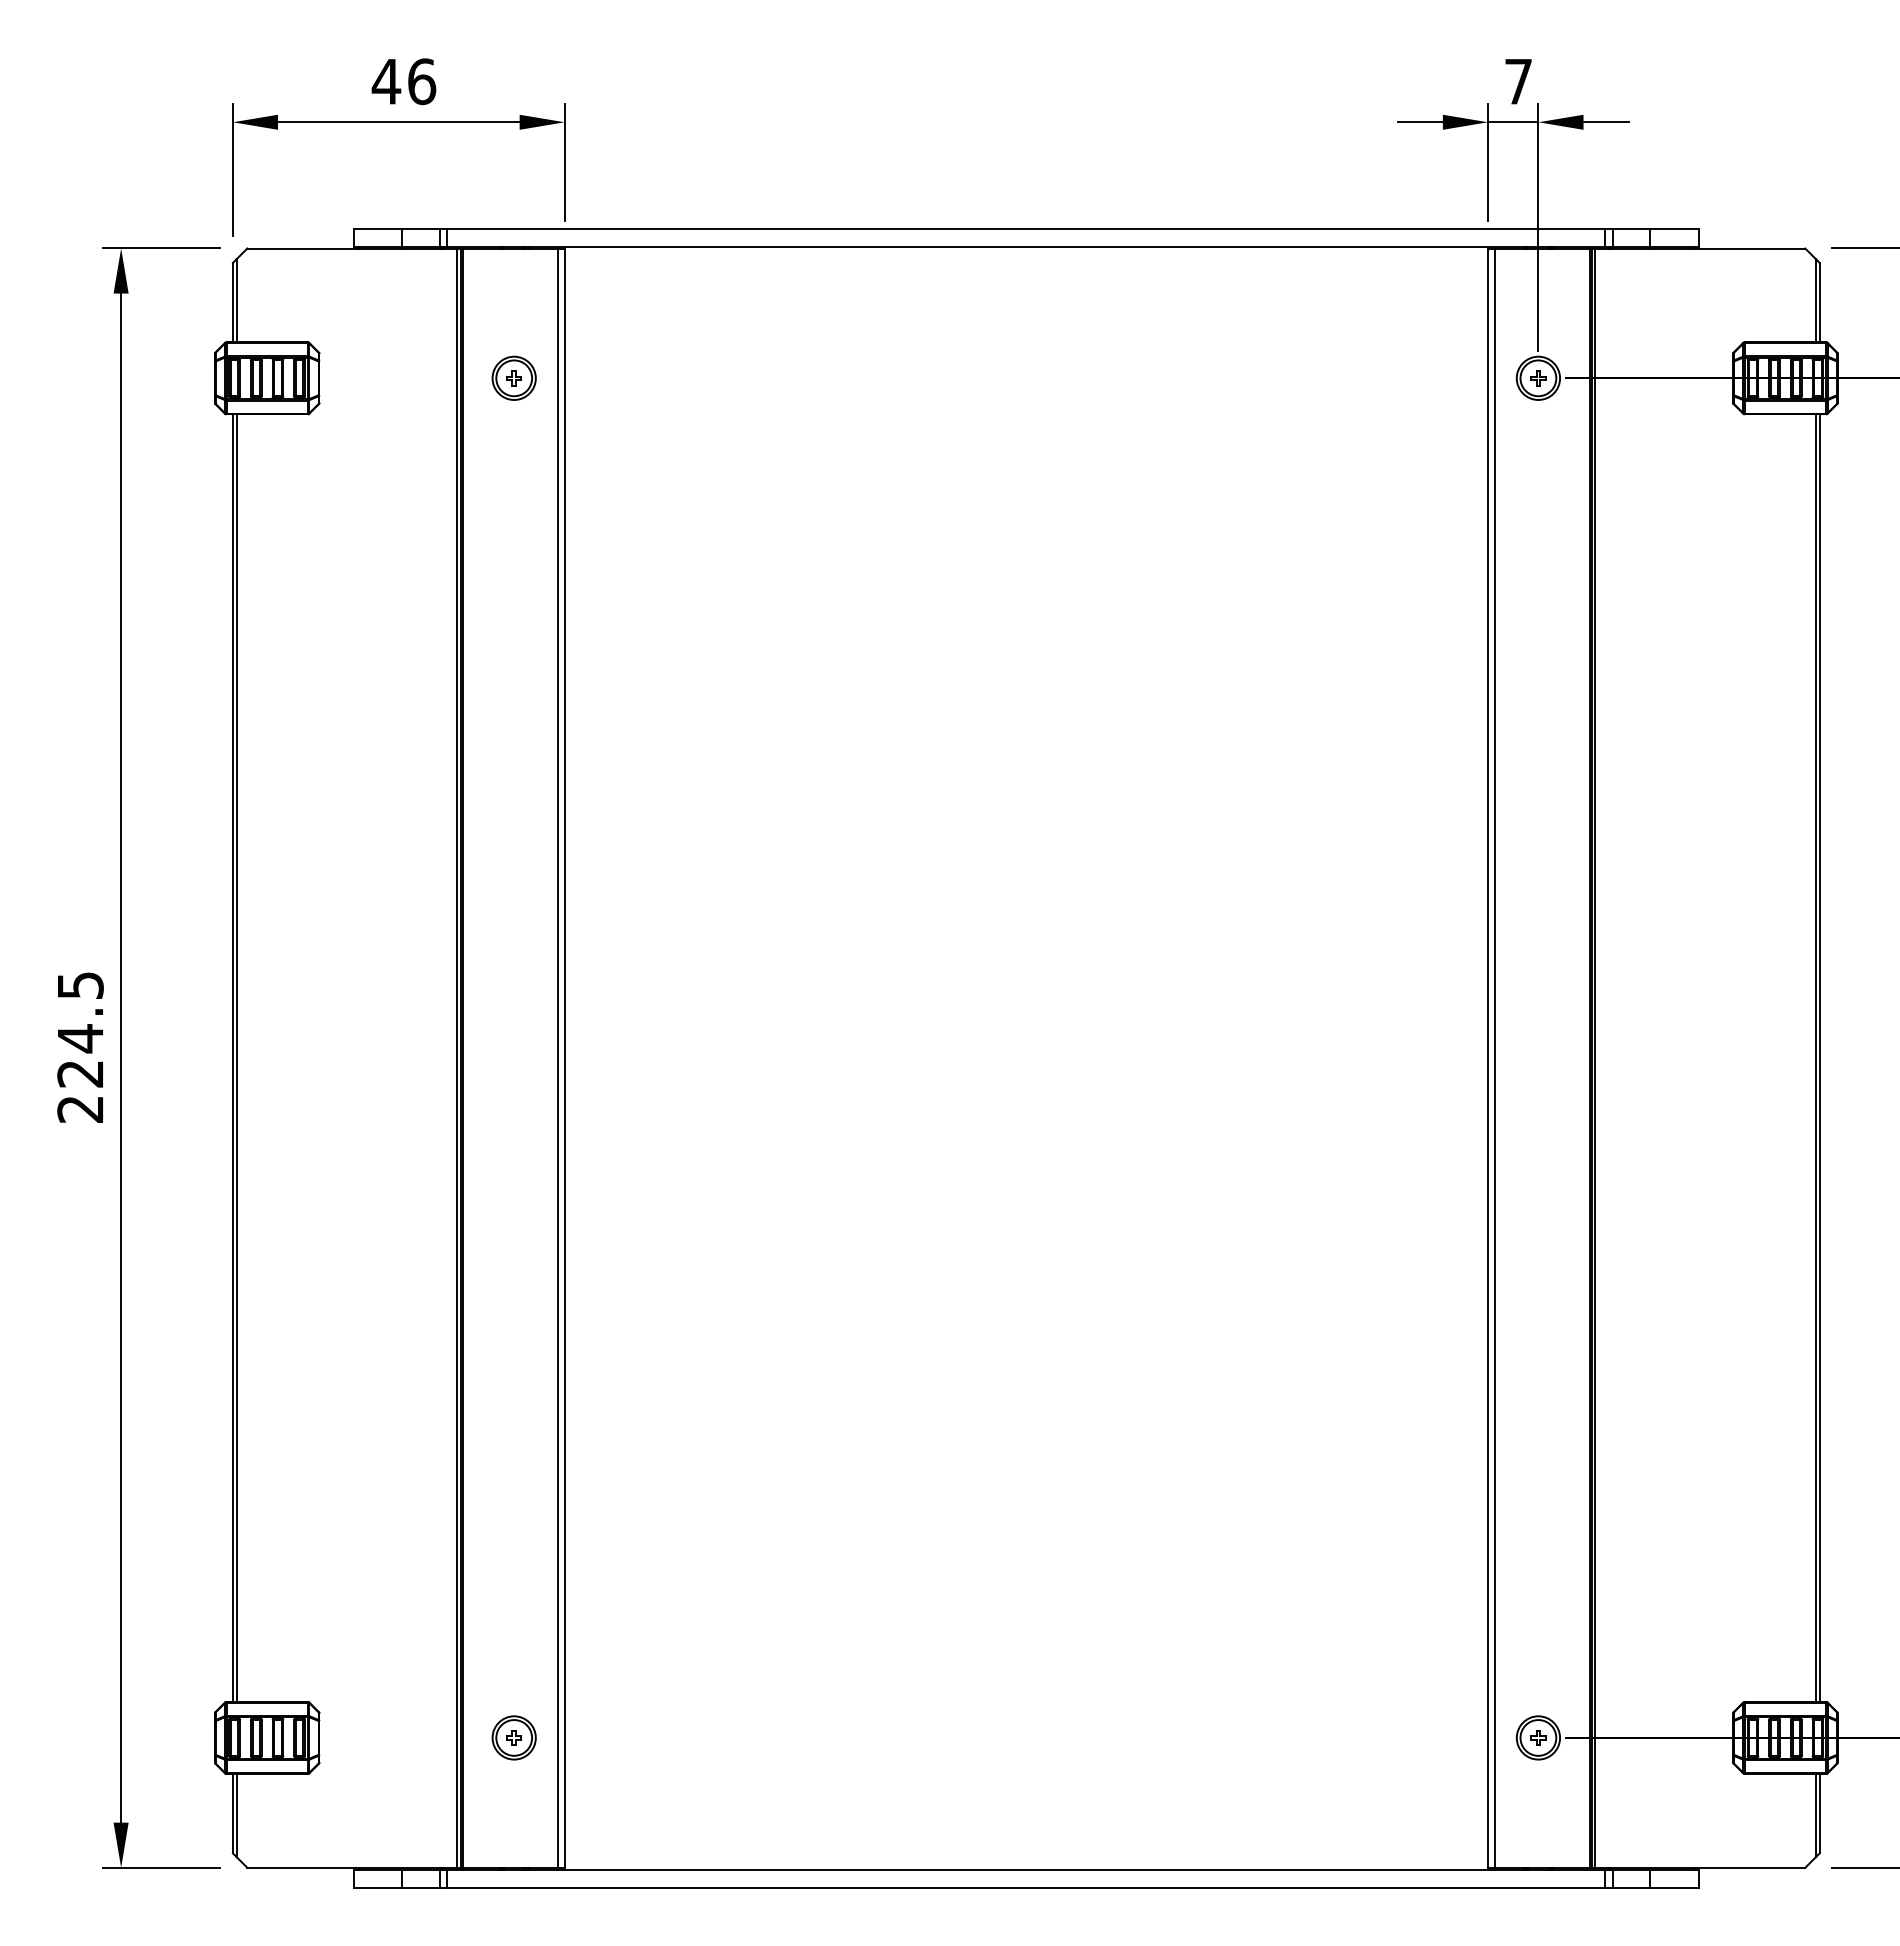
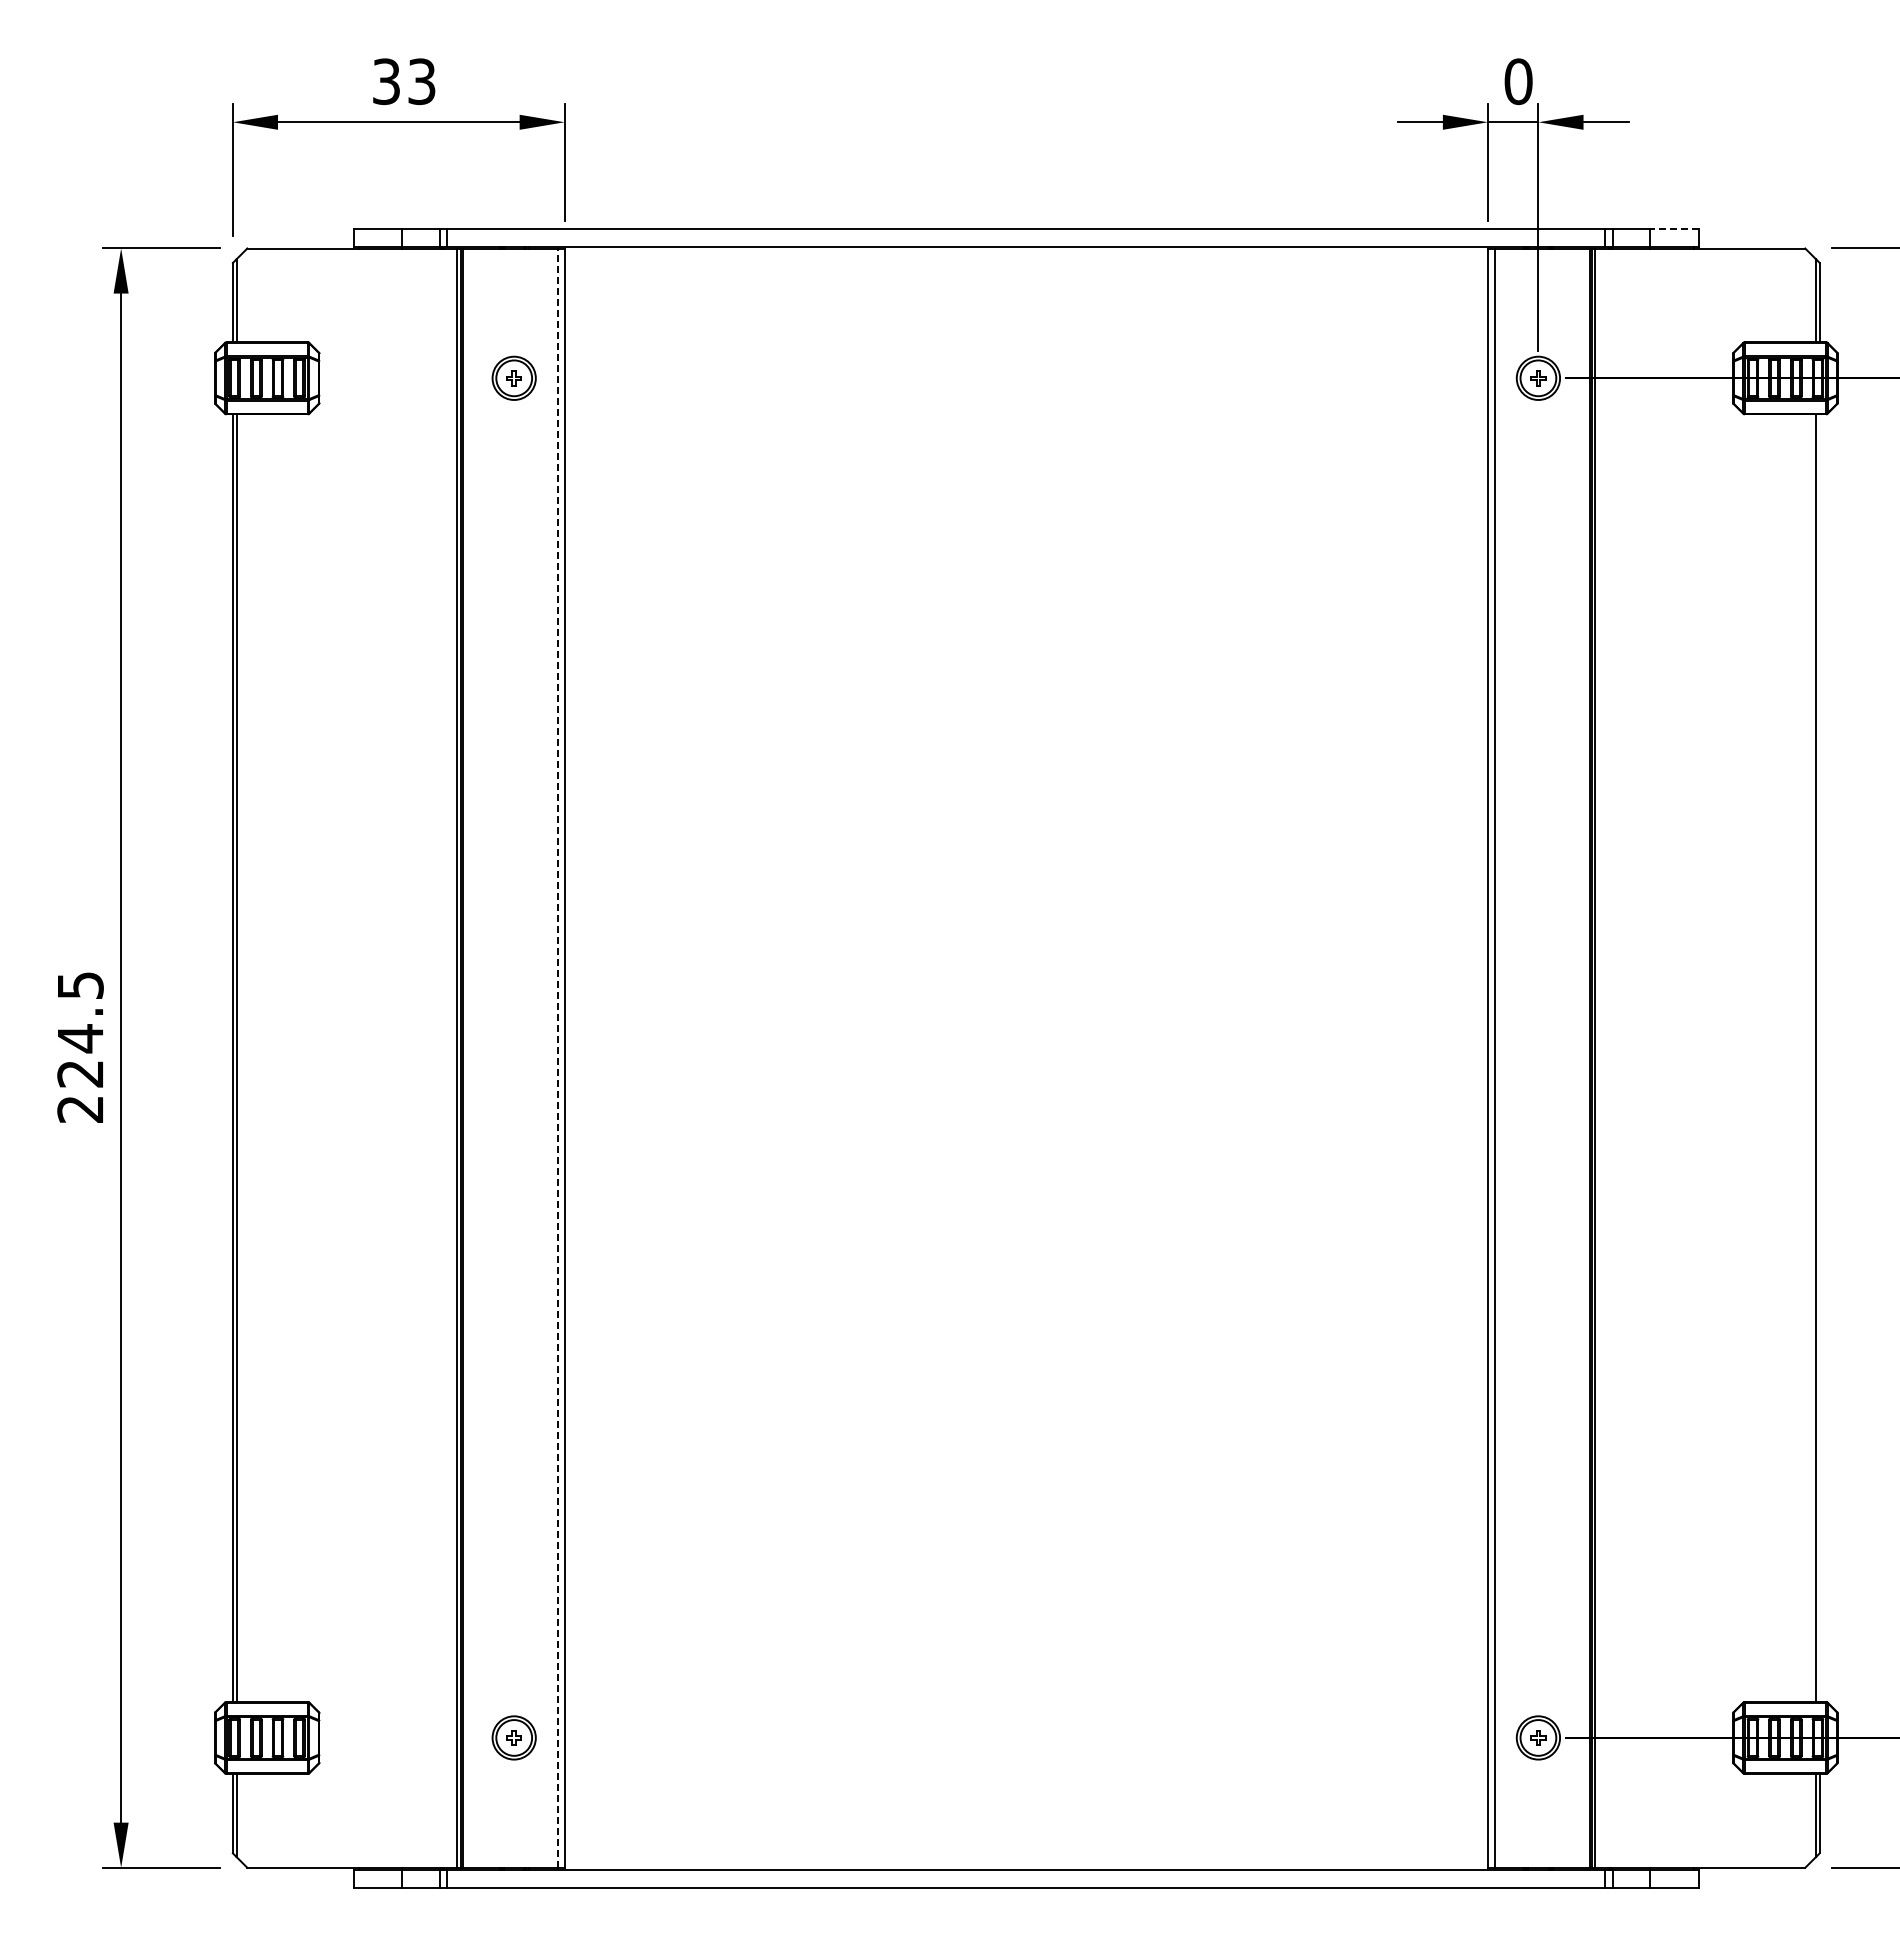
text at (403, 81): 46 -> 33
text at (1518, 81): 7 -> 0
line at (1674, 228): solid -> dashed
line at (1819, 1057): present -> none
line at (557, 1058): solid -> dashed
